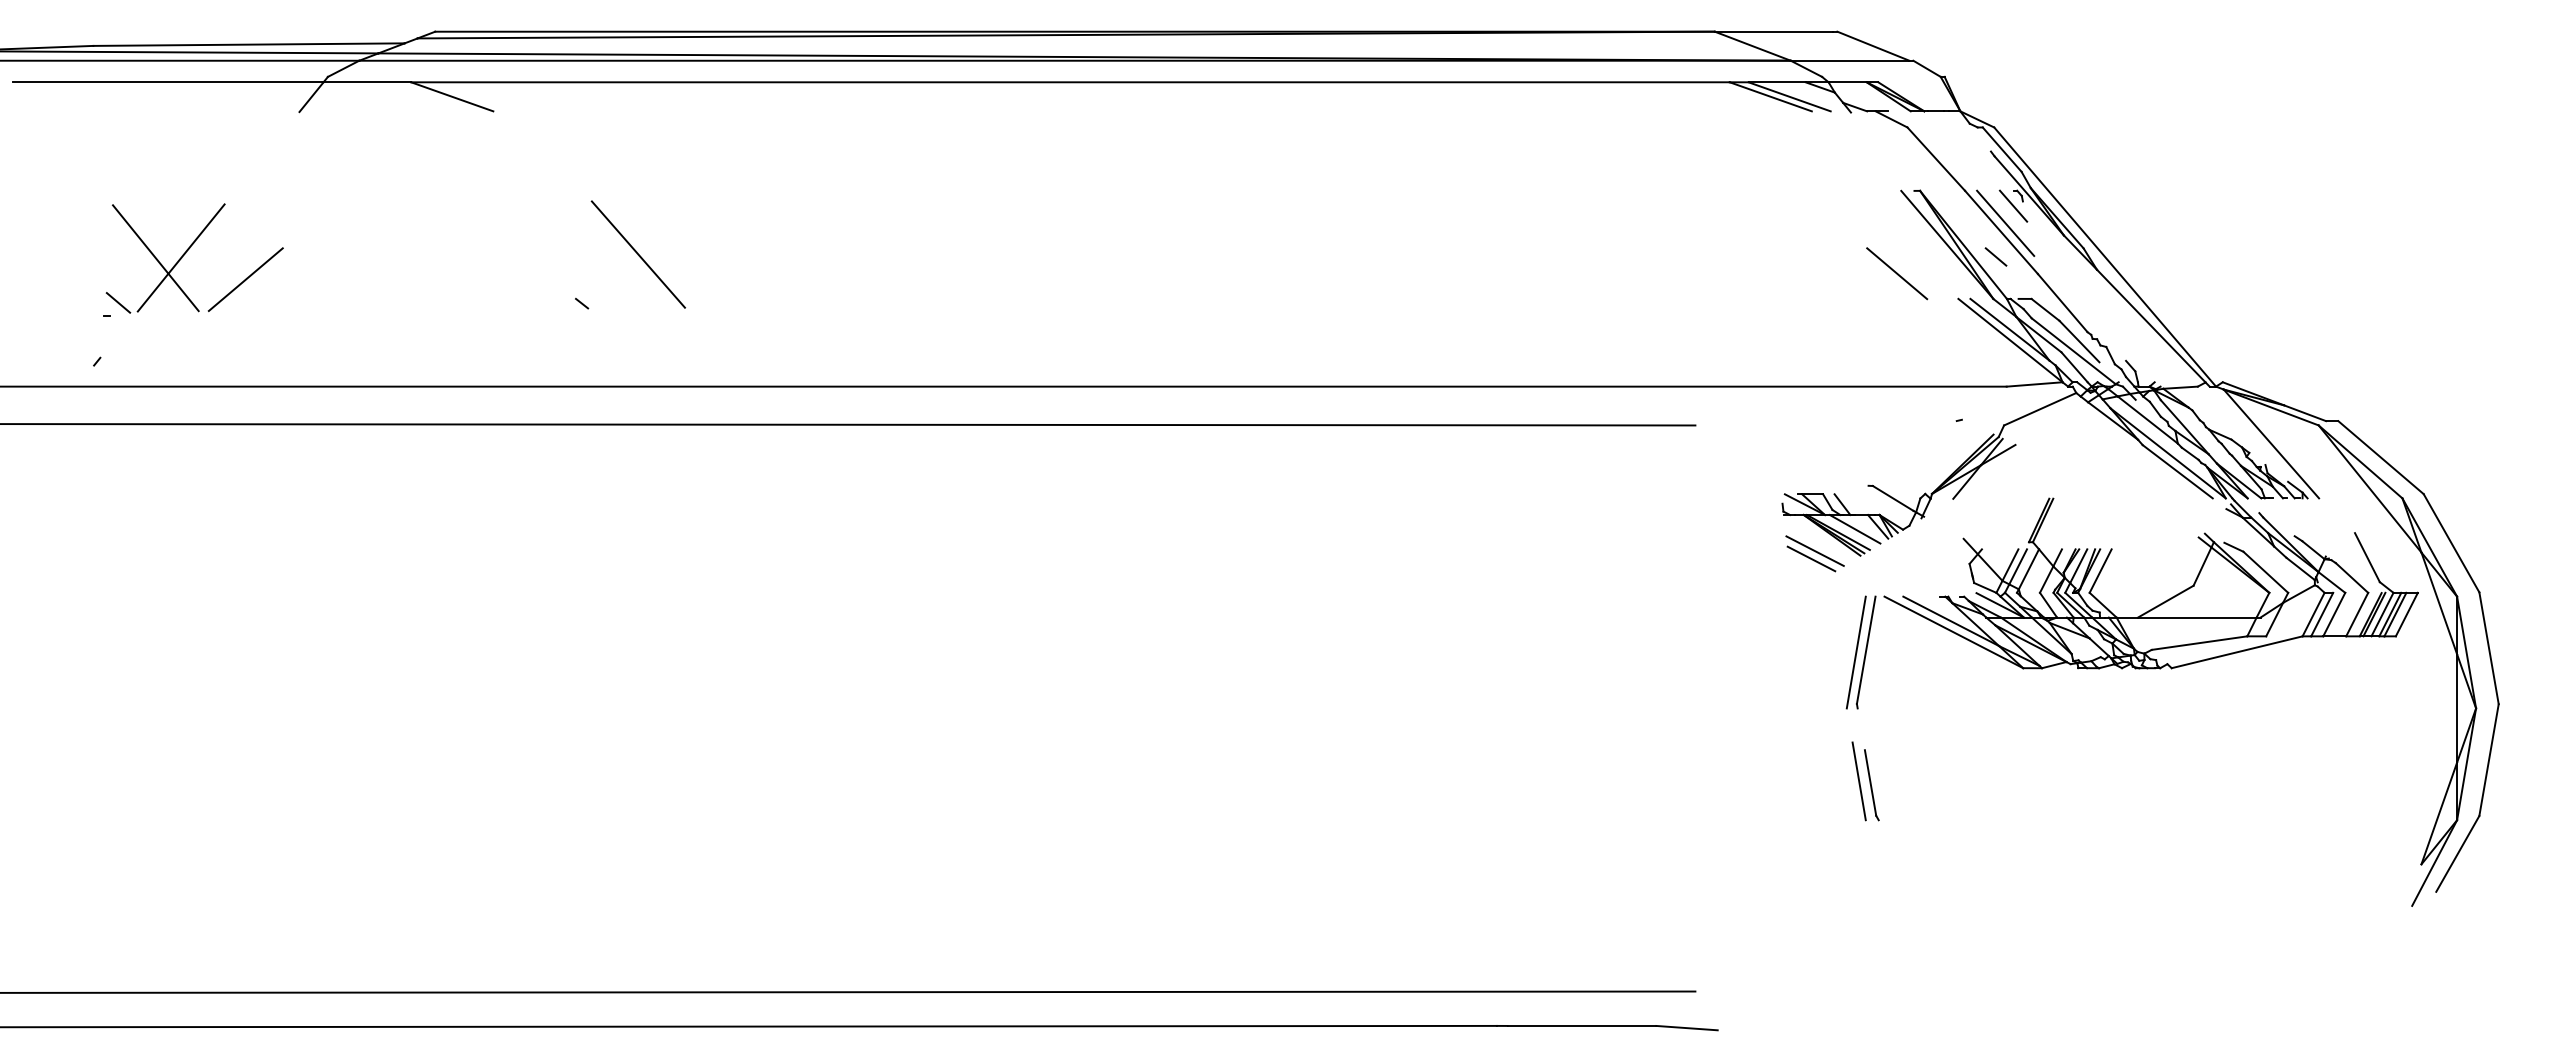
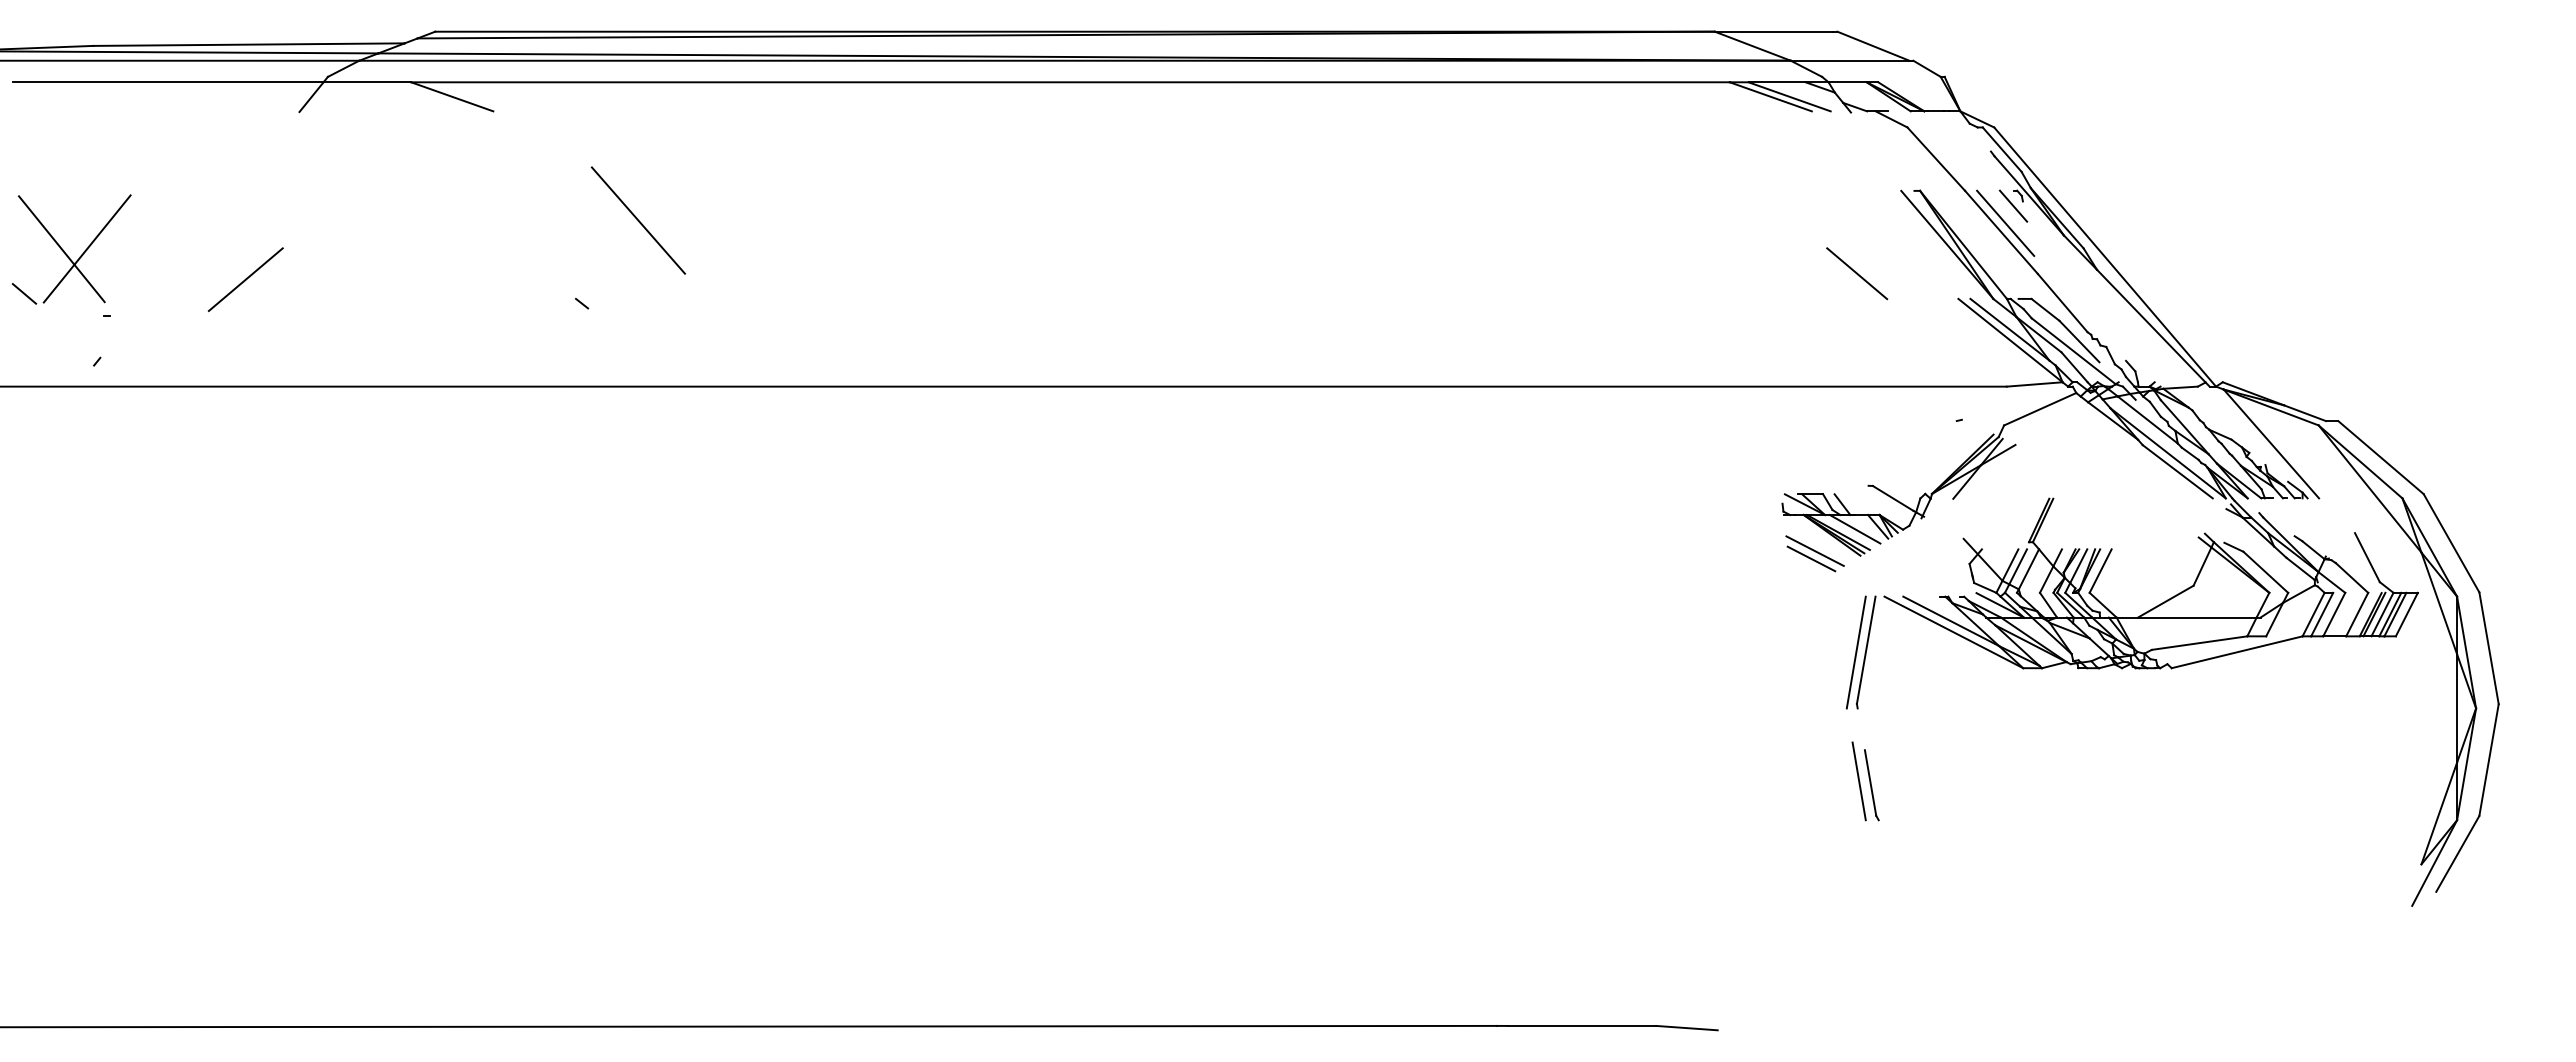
line at (637, 254) position: (637, 254) -> (637, 220)
line at (1995, 256): present -> none
part at (160, 262) position: (160, 262) -> (66, 253)
line at (1897, 273) position: (1897, 273) -> (1857, 273)
line at (848, 424): present -> none
line at (848, 991): present -> none
